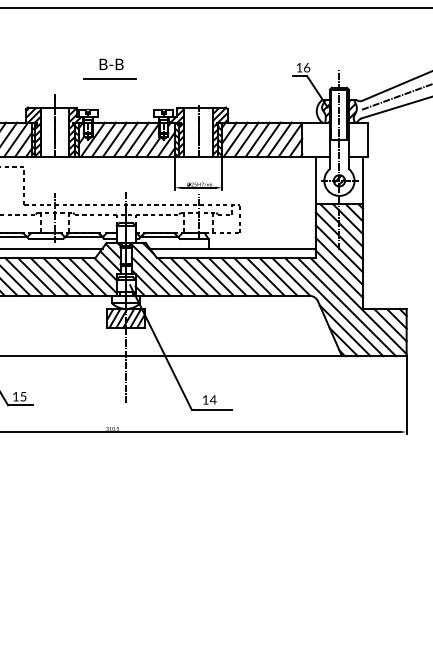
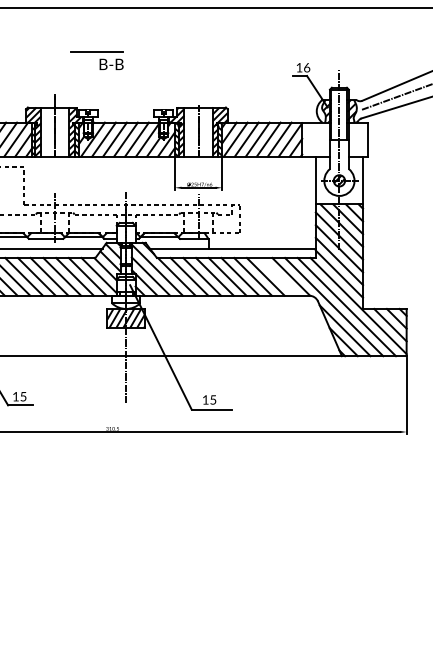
line at (109, 78) position: (109, 78) -> (96, 51)
line at (278, 276): present -> none
text at (212, 399): 14 -> 15
